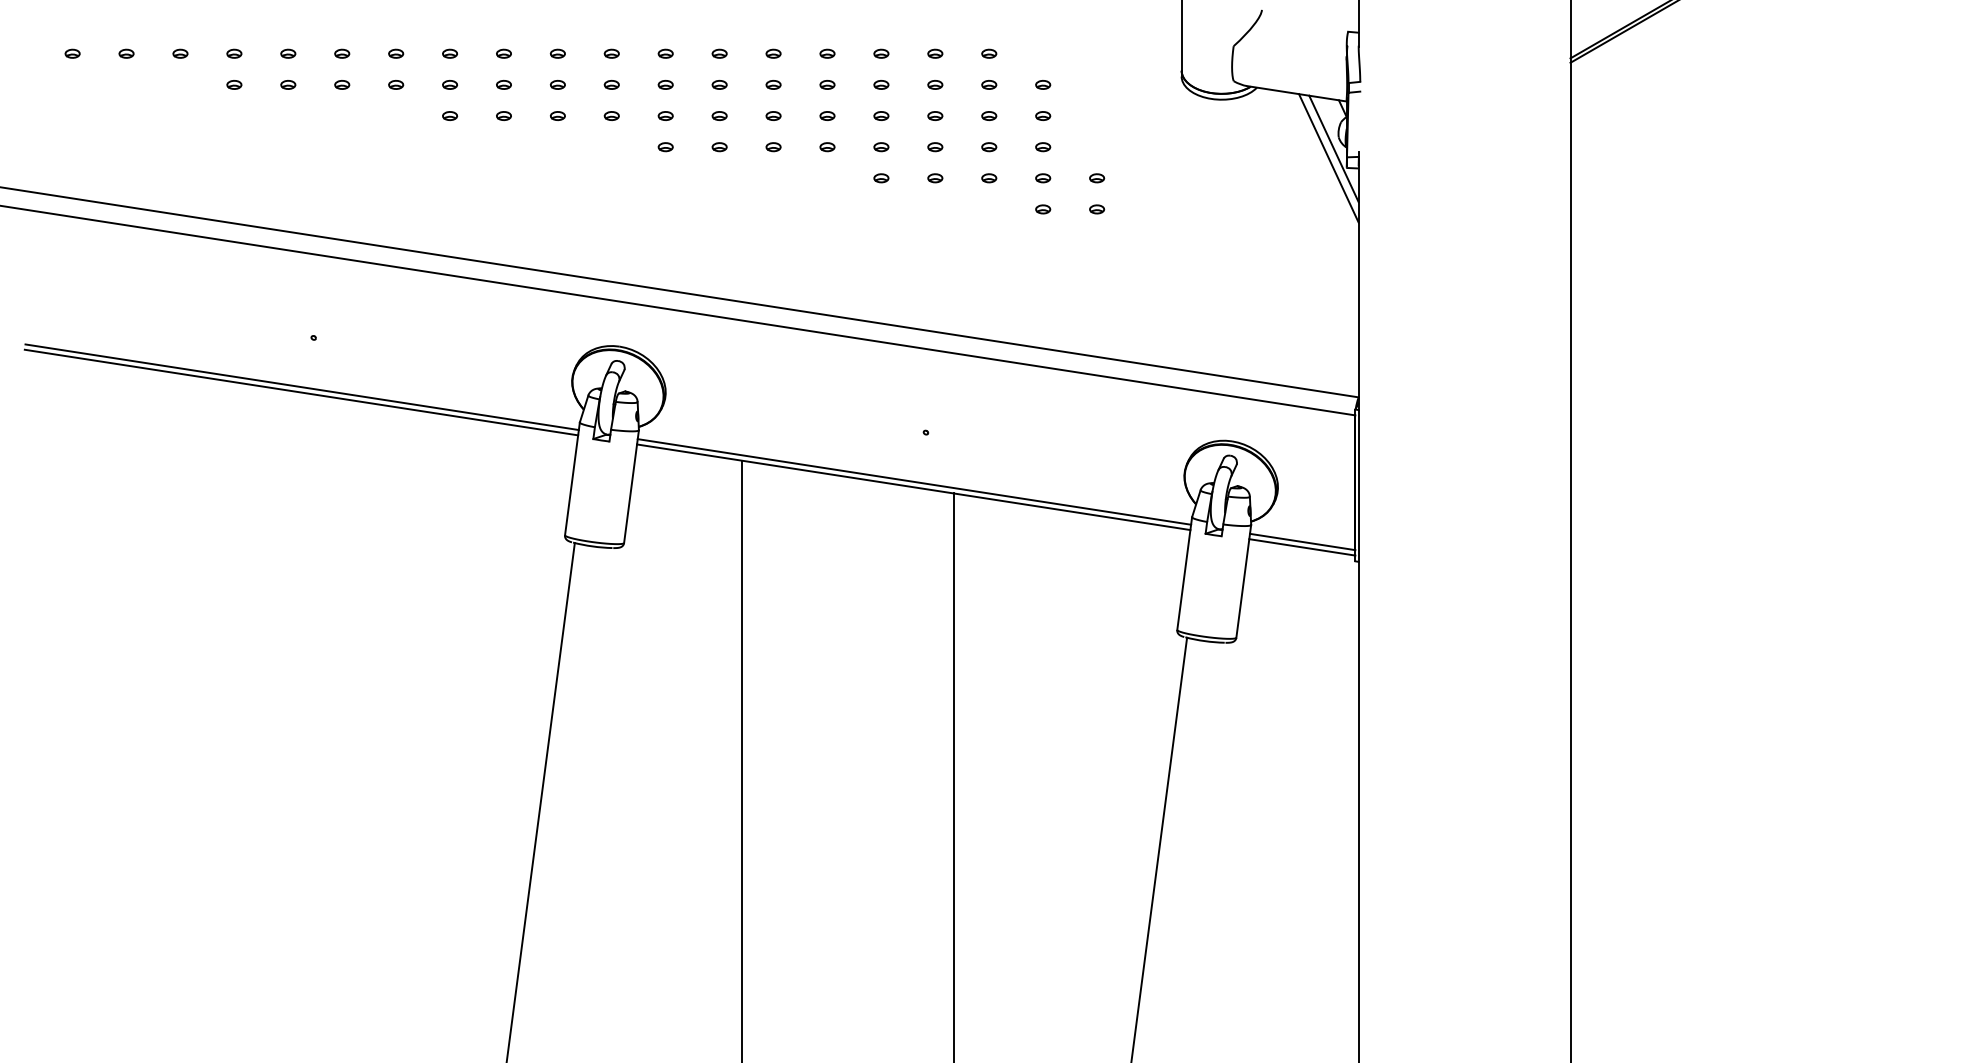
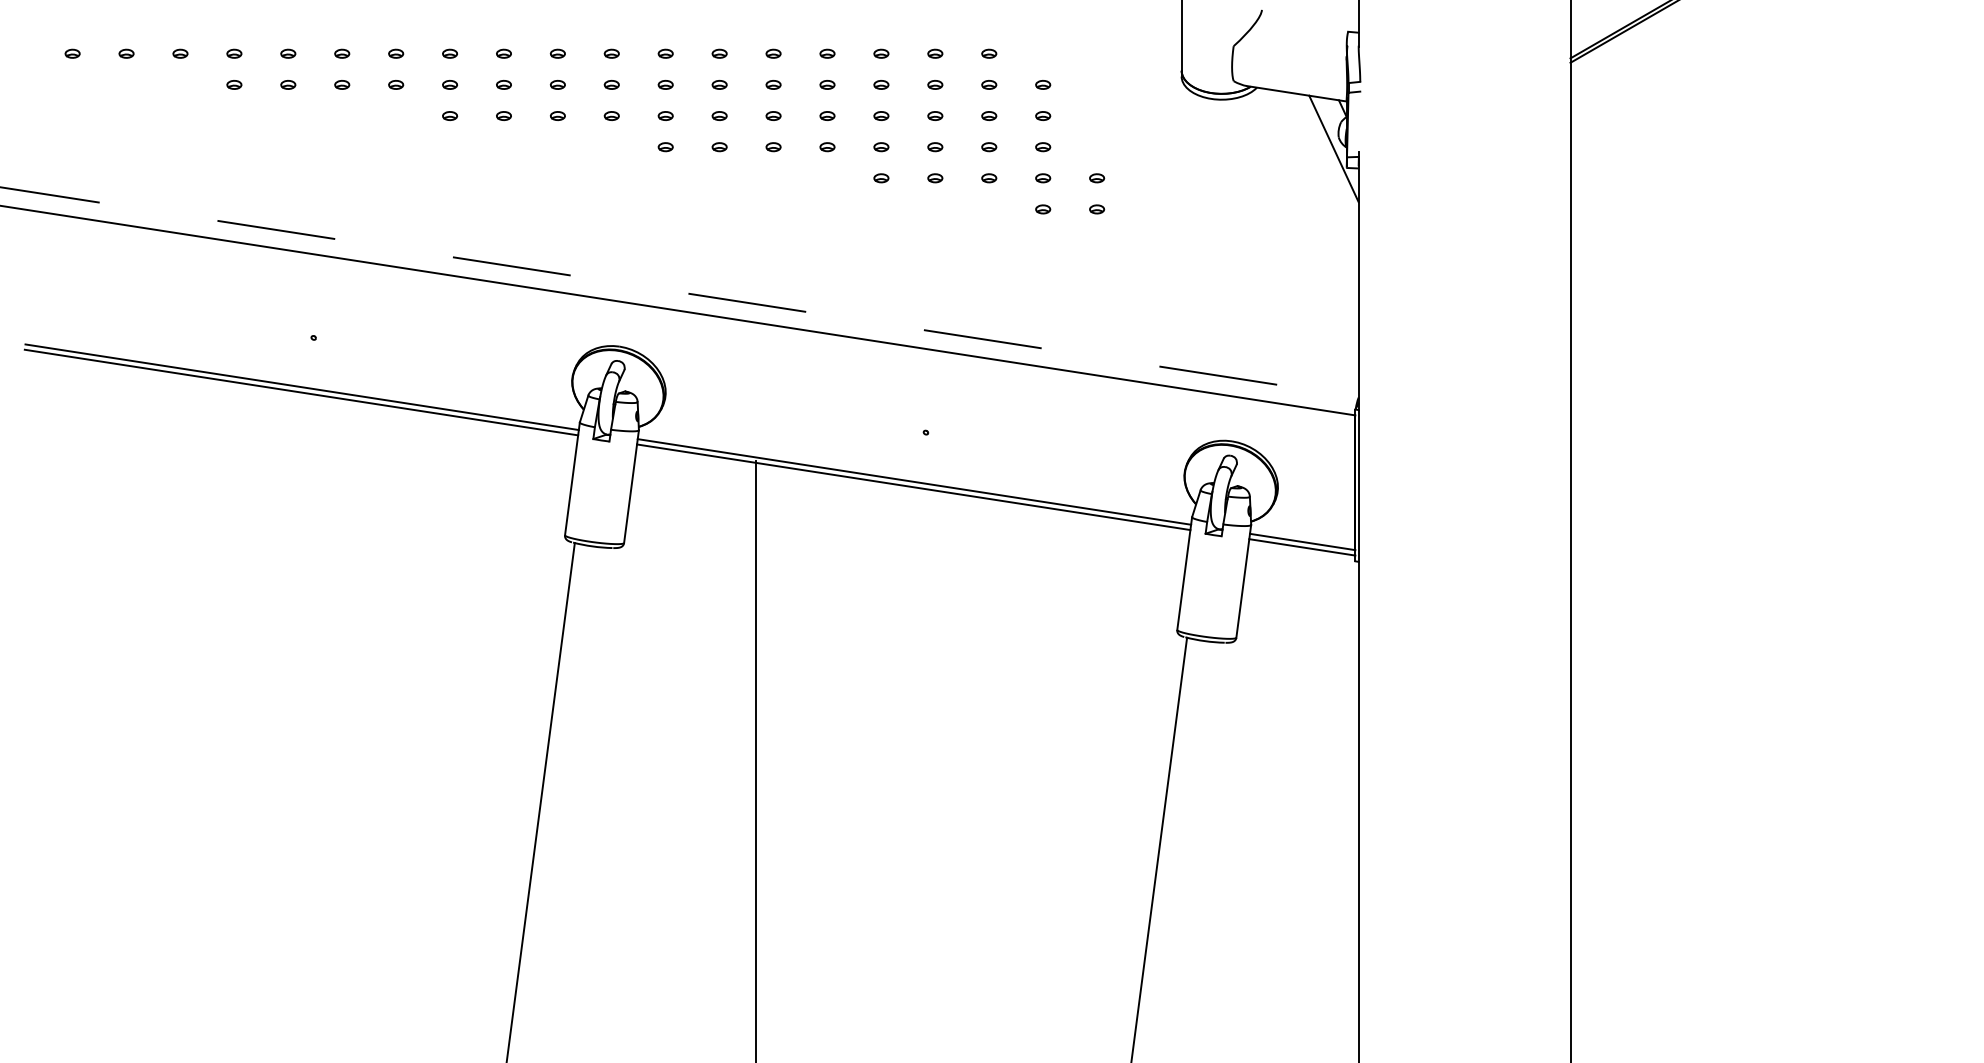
line at (1328, 158): present -> none
line at (679, 292): solid -> dashed
line at (741, 759) position: (741, 759) -> (755, 759)
line at (953, 776): present -> none
